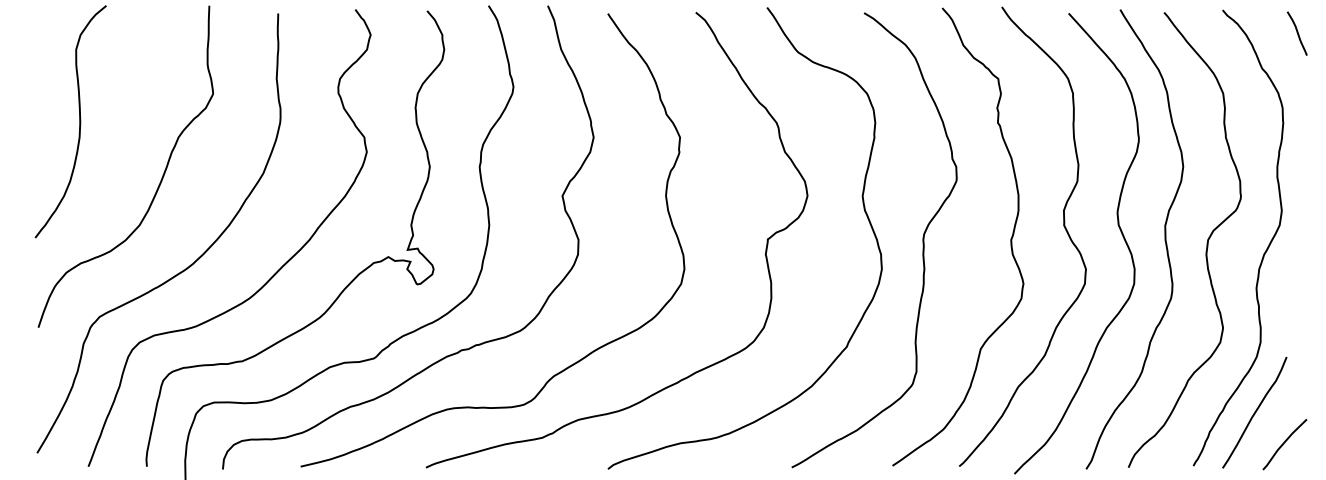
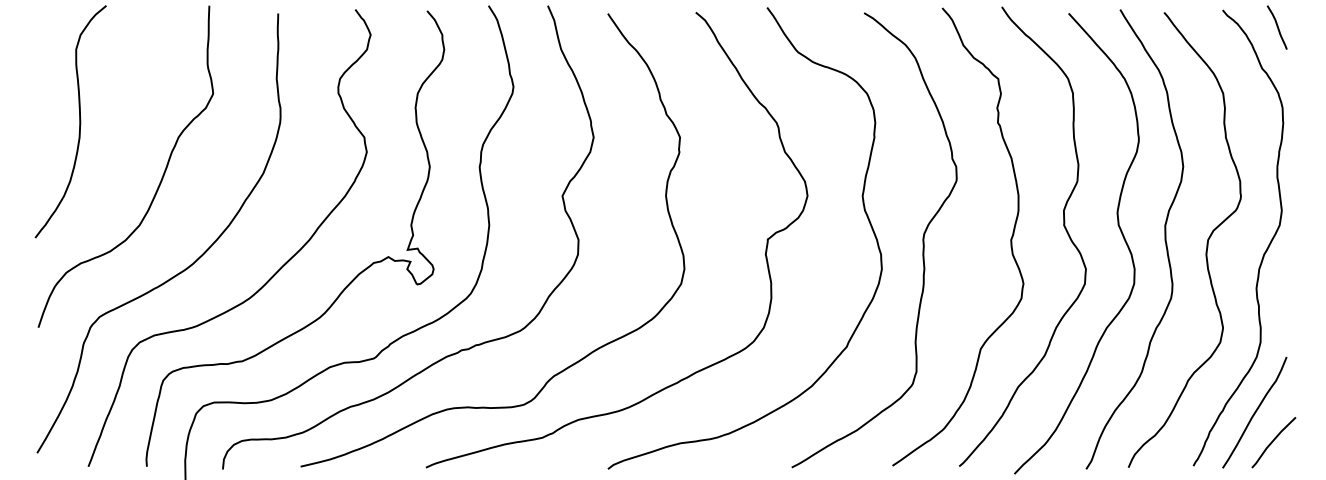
curve at (1296, 32) position: (1296, 32) -> (1276, 26)
line at (1284, 444) position: (1284, 444) -> (1273, 442)
